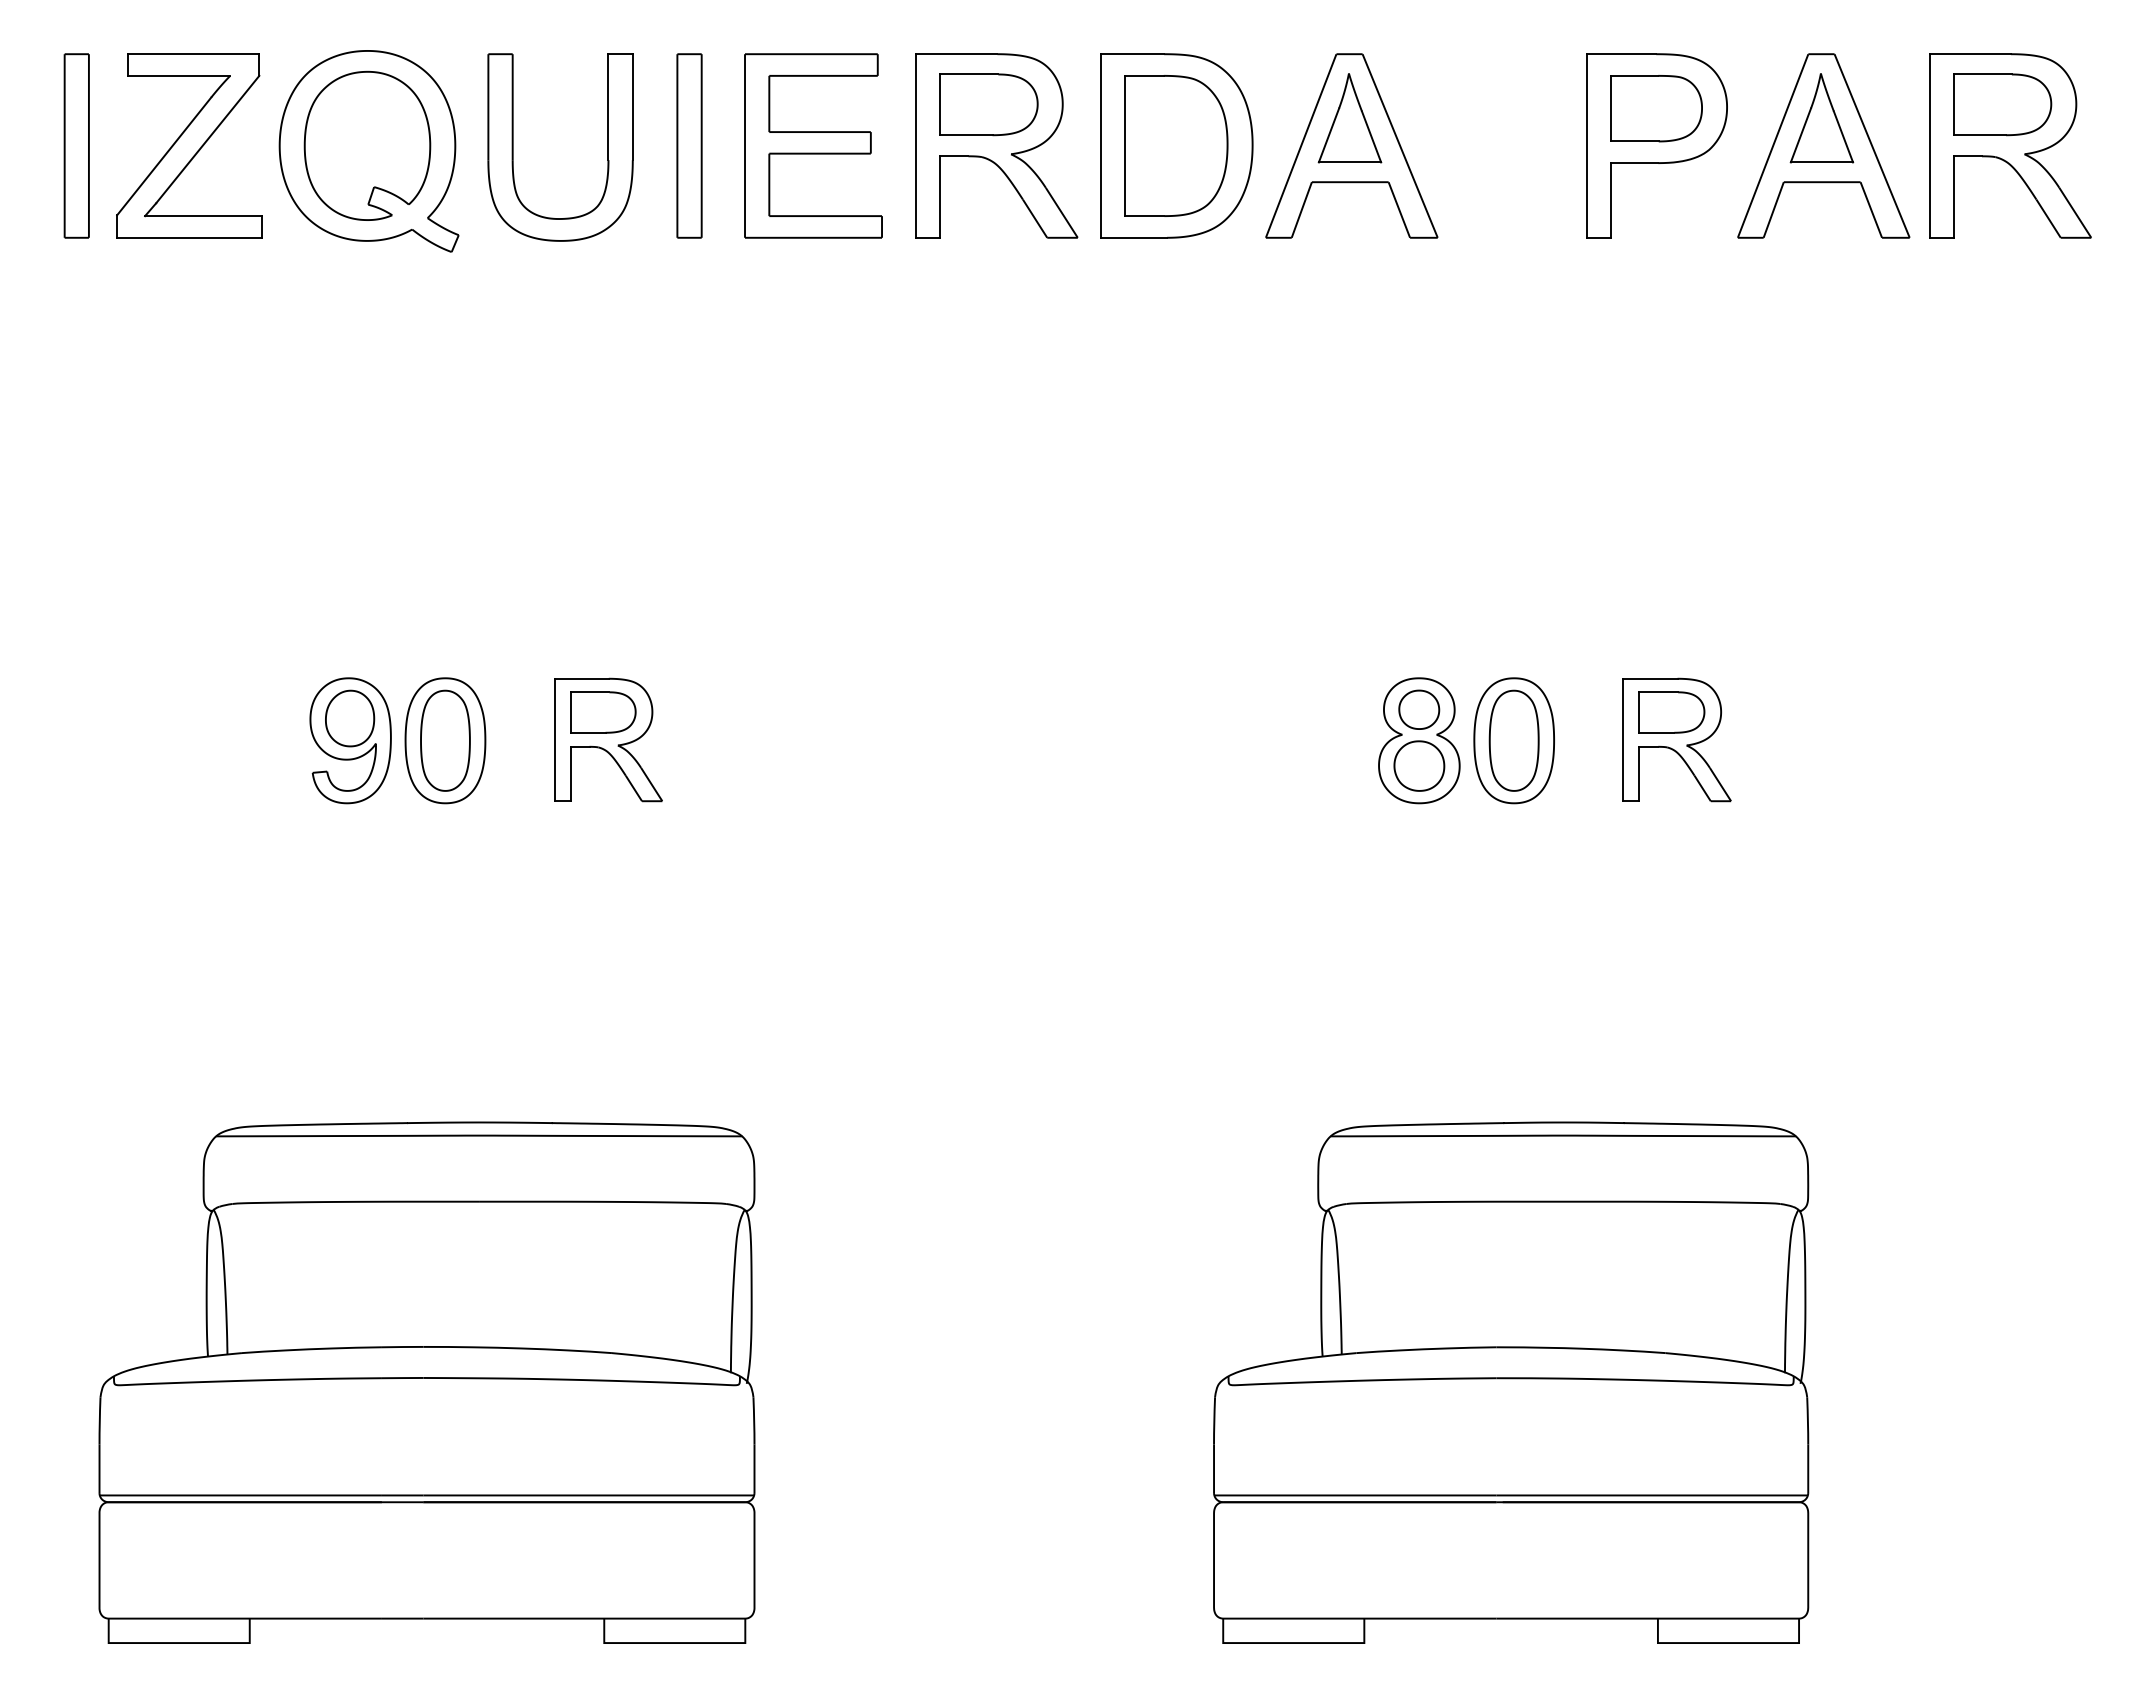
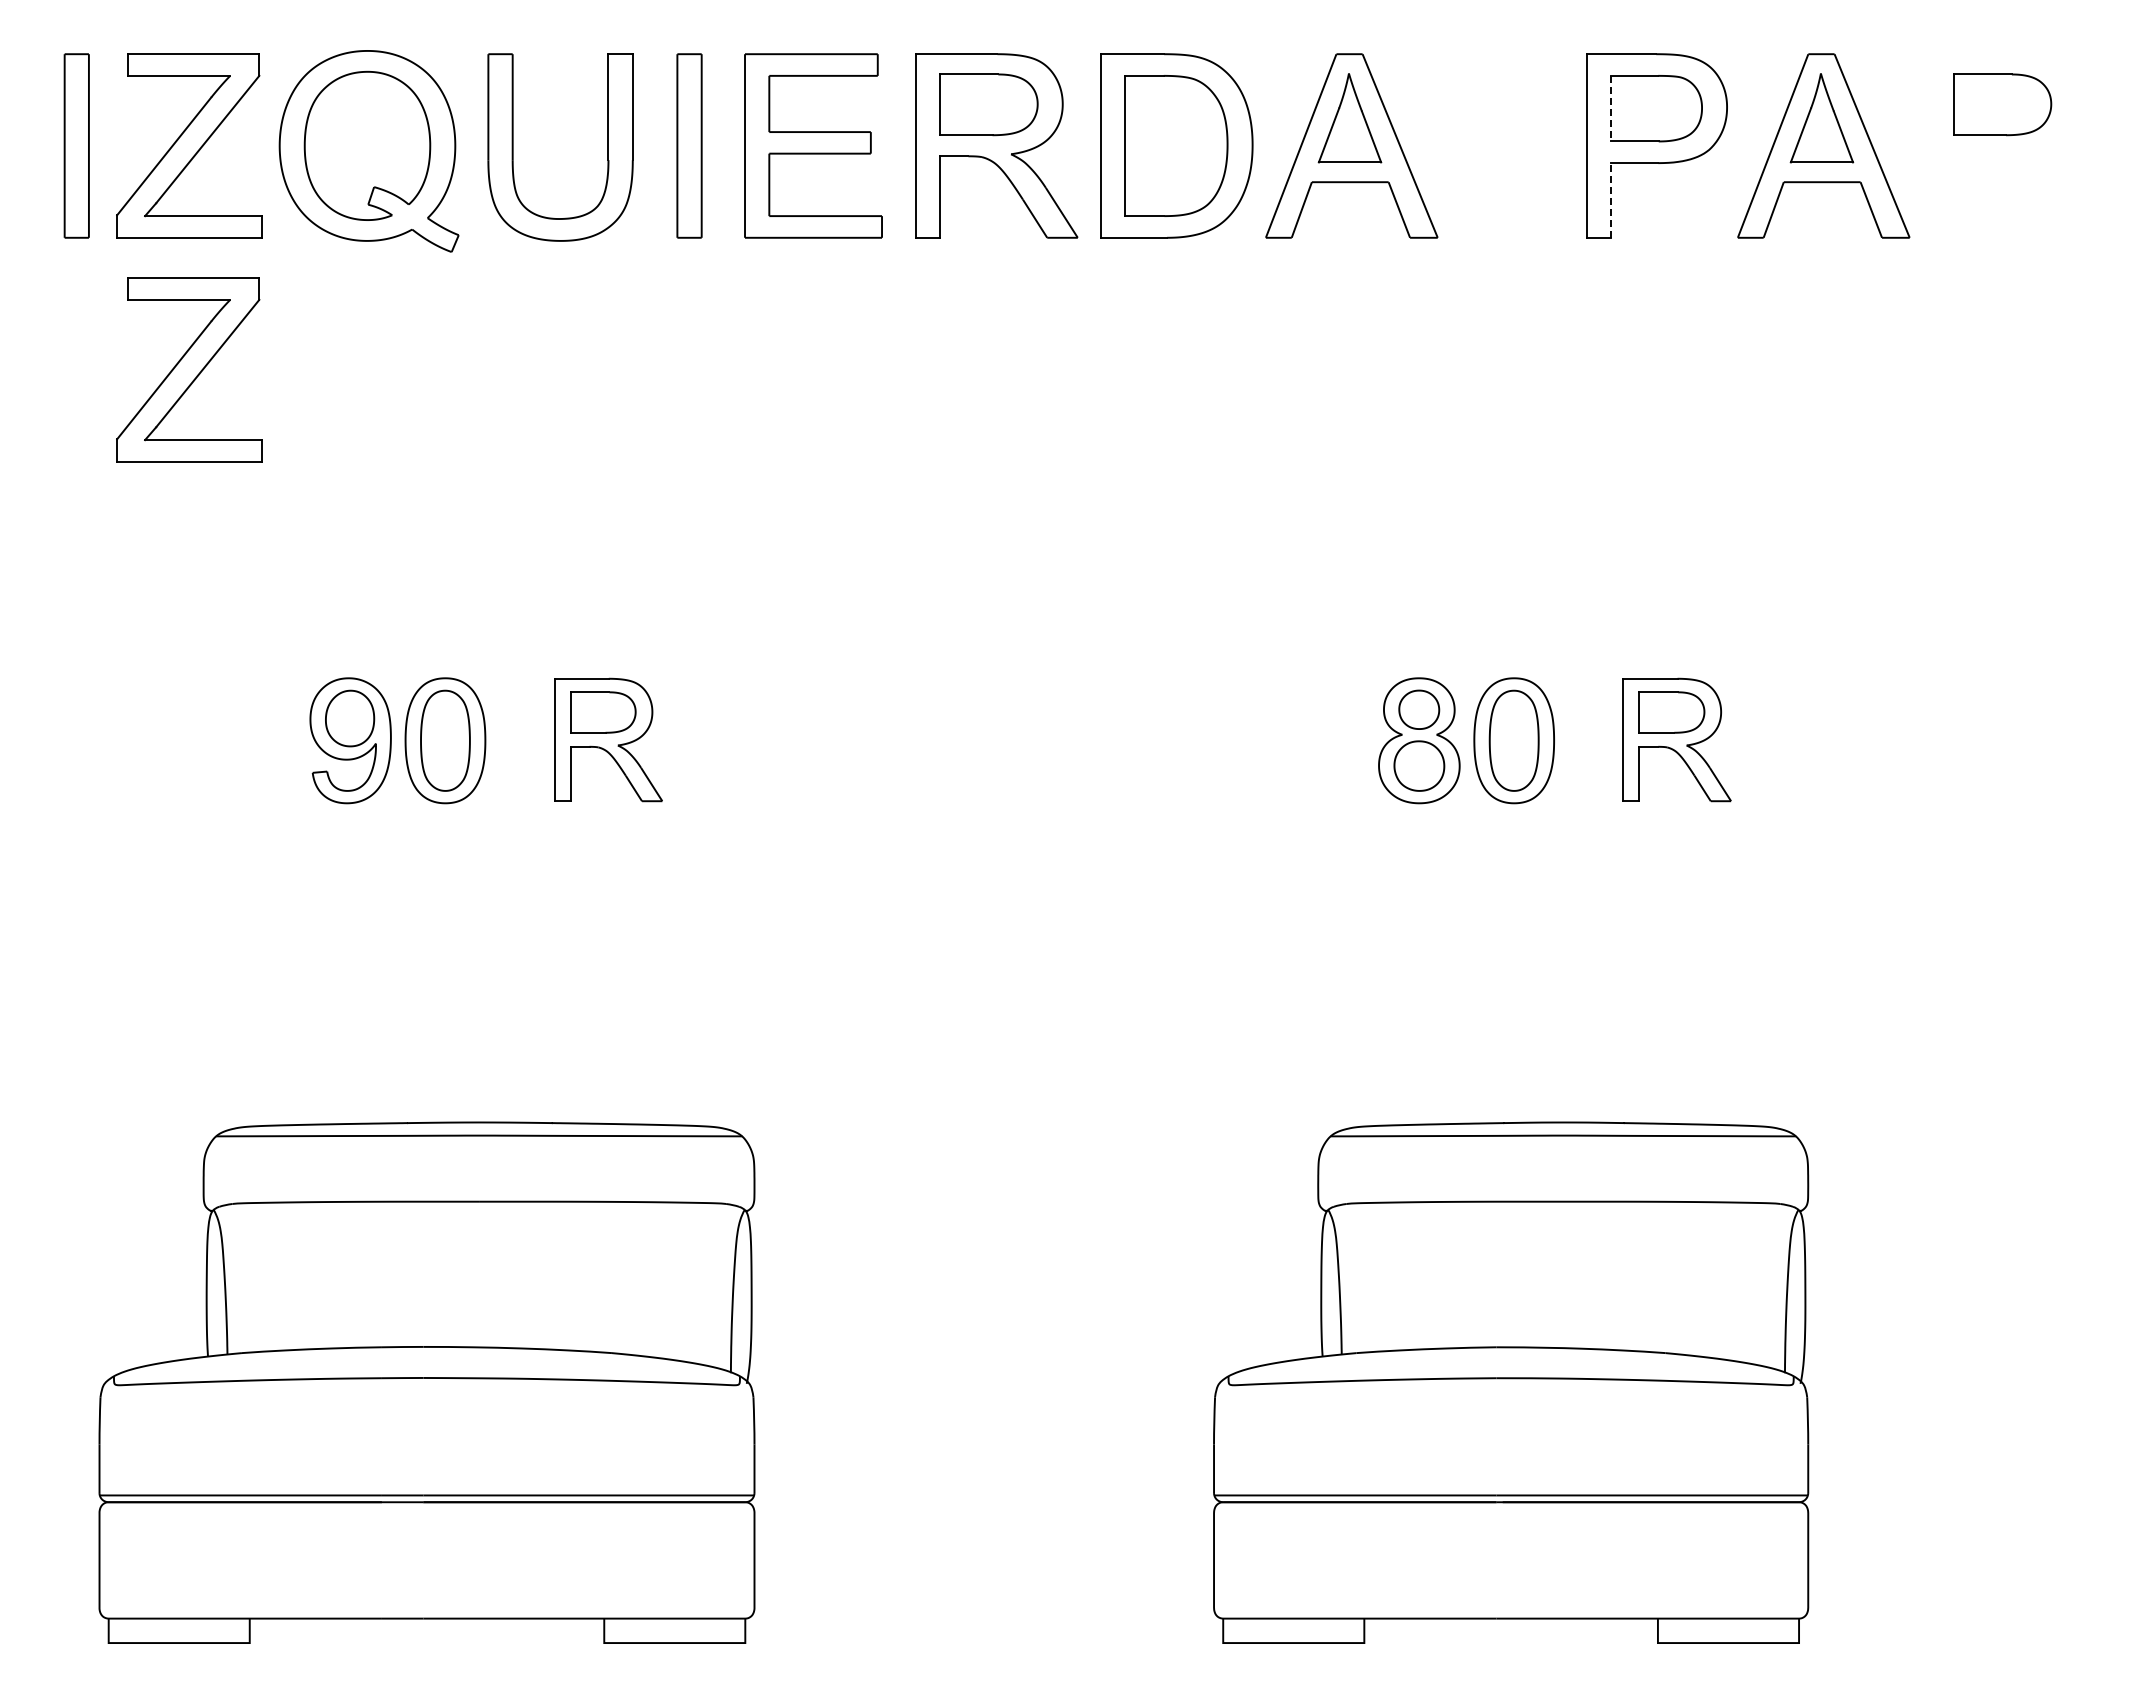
line at (1611, 108): solid -> dashed
part at (2010, 145): present -> none
line at (1611, 199): solid -> dashed
part at (189, 369): none -> present
